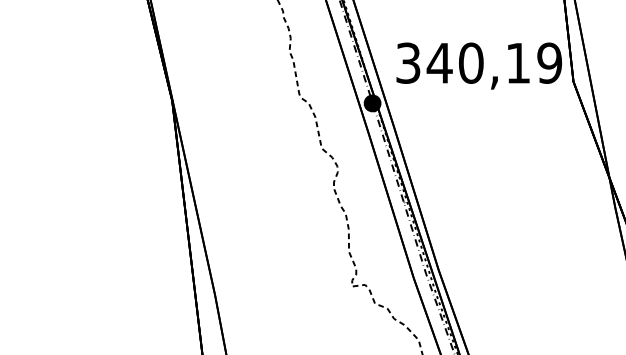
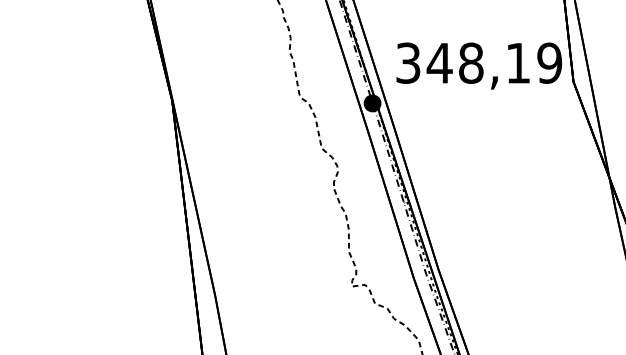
text at (471, 62): 340,19 -> 348,19
